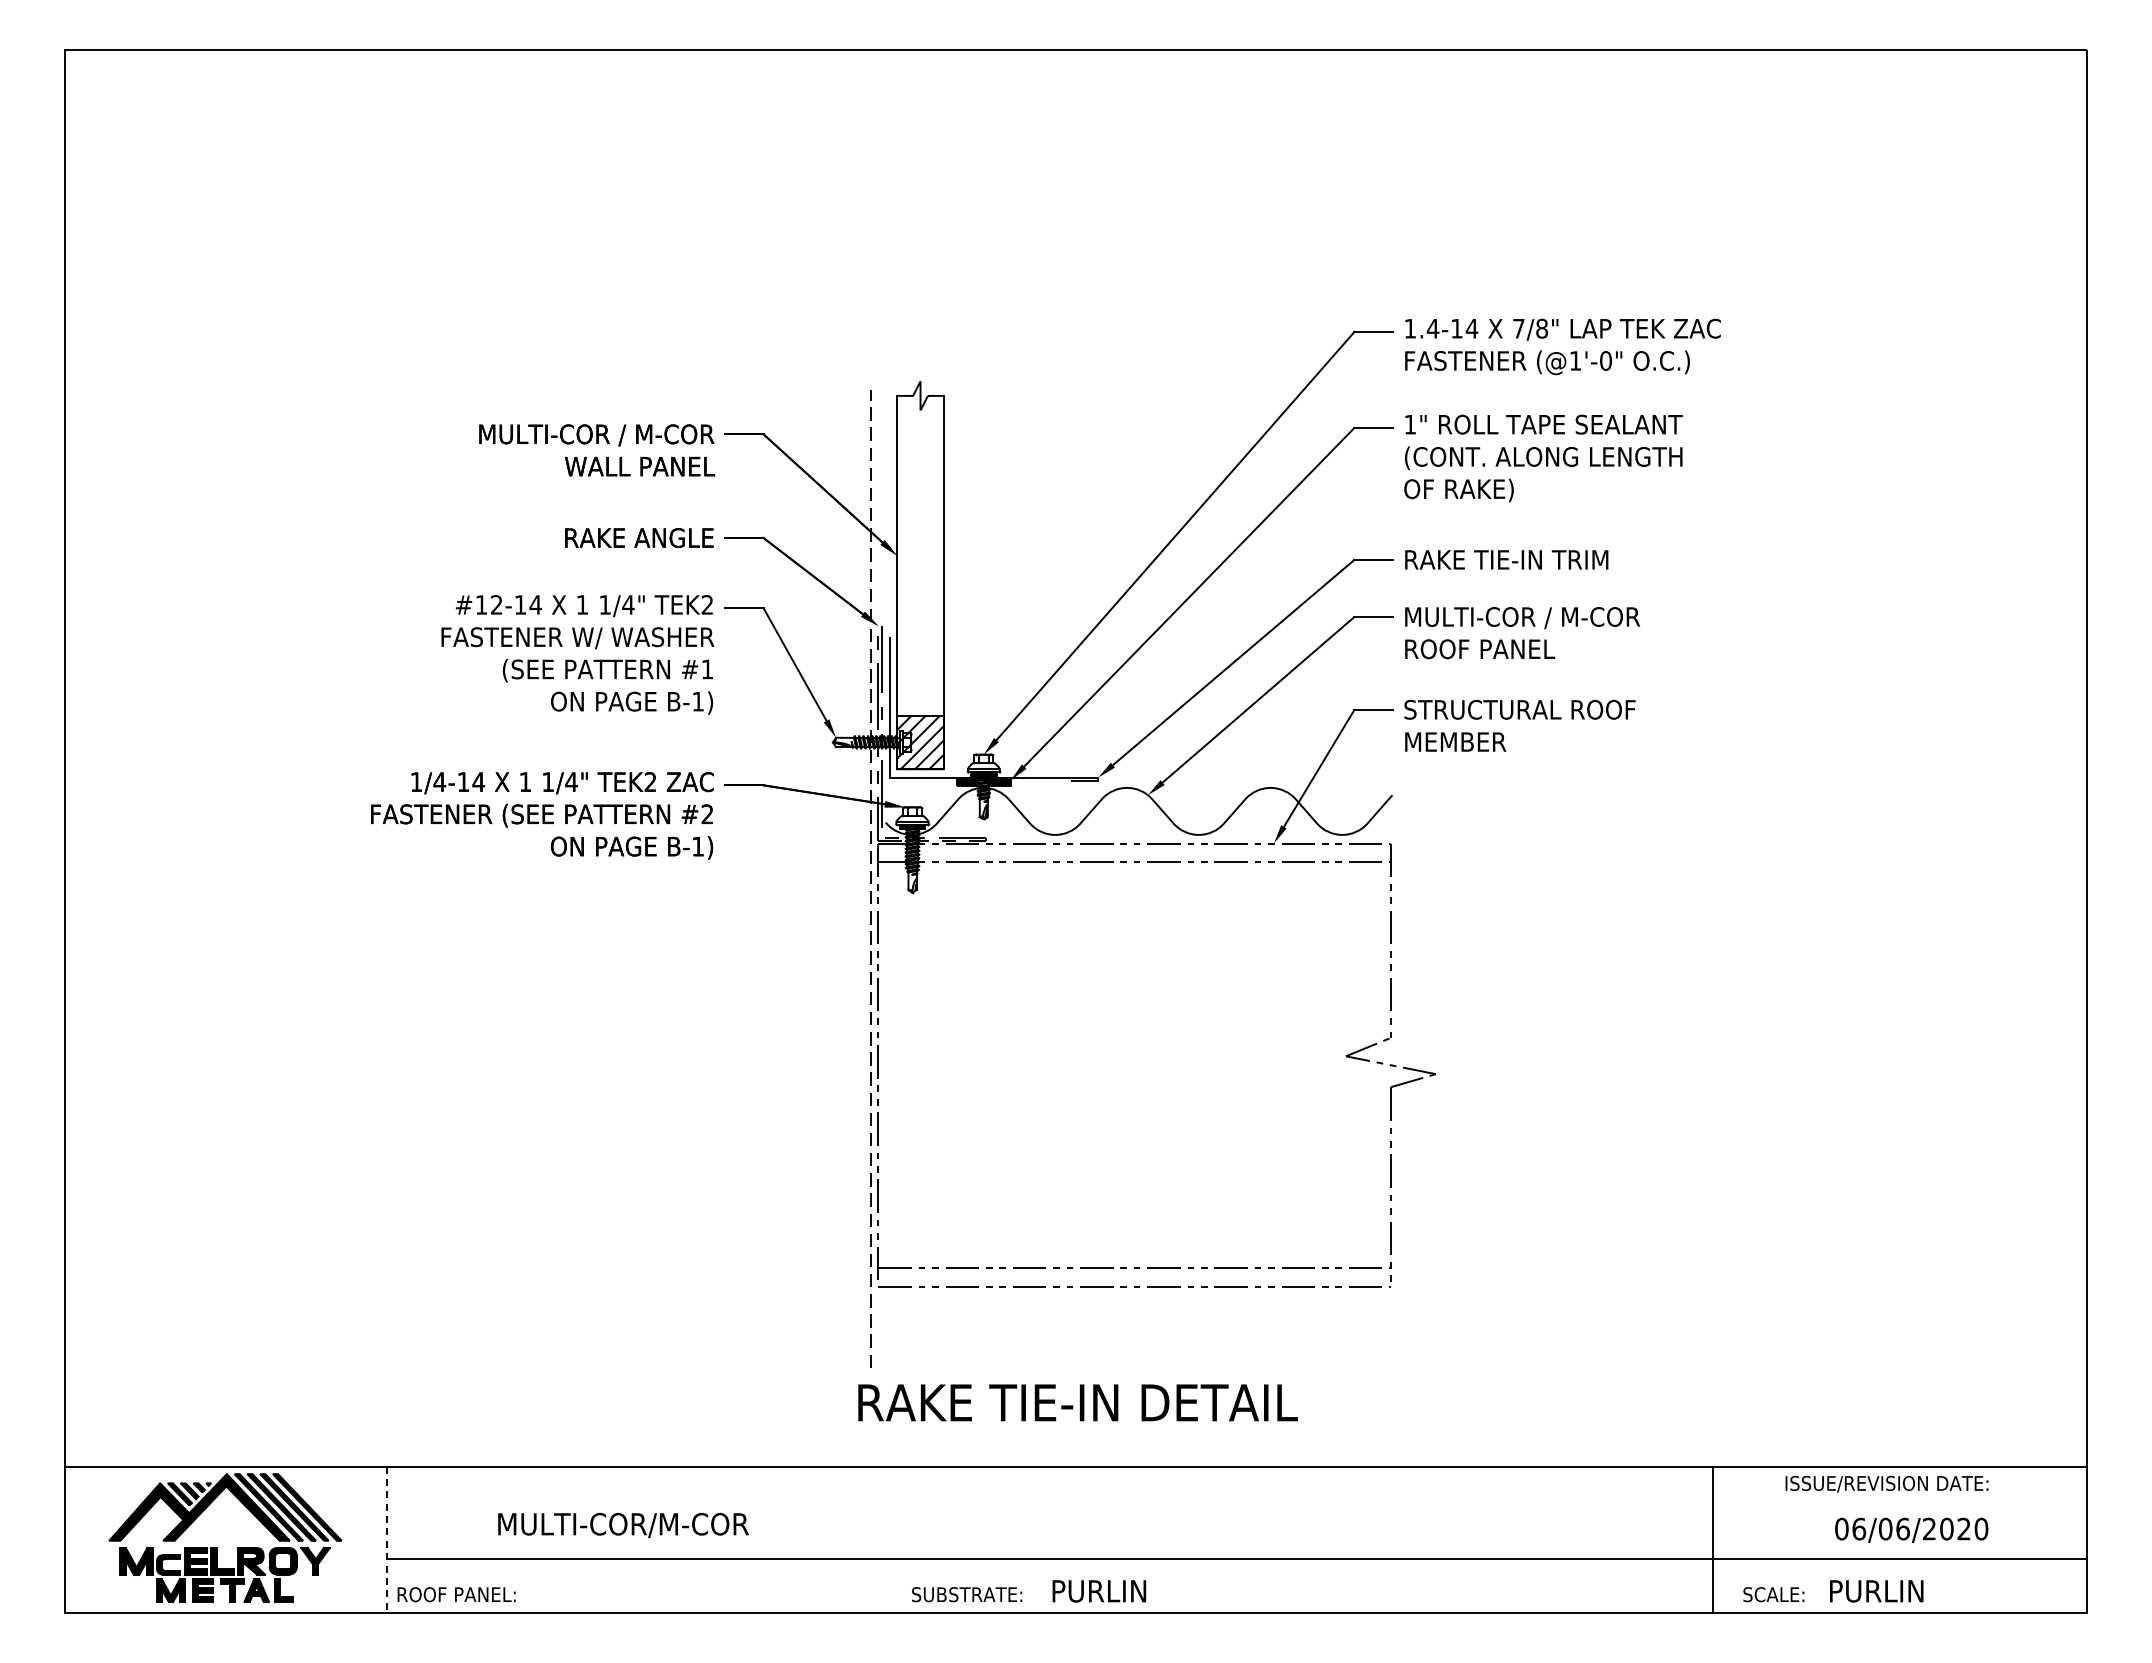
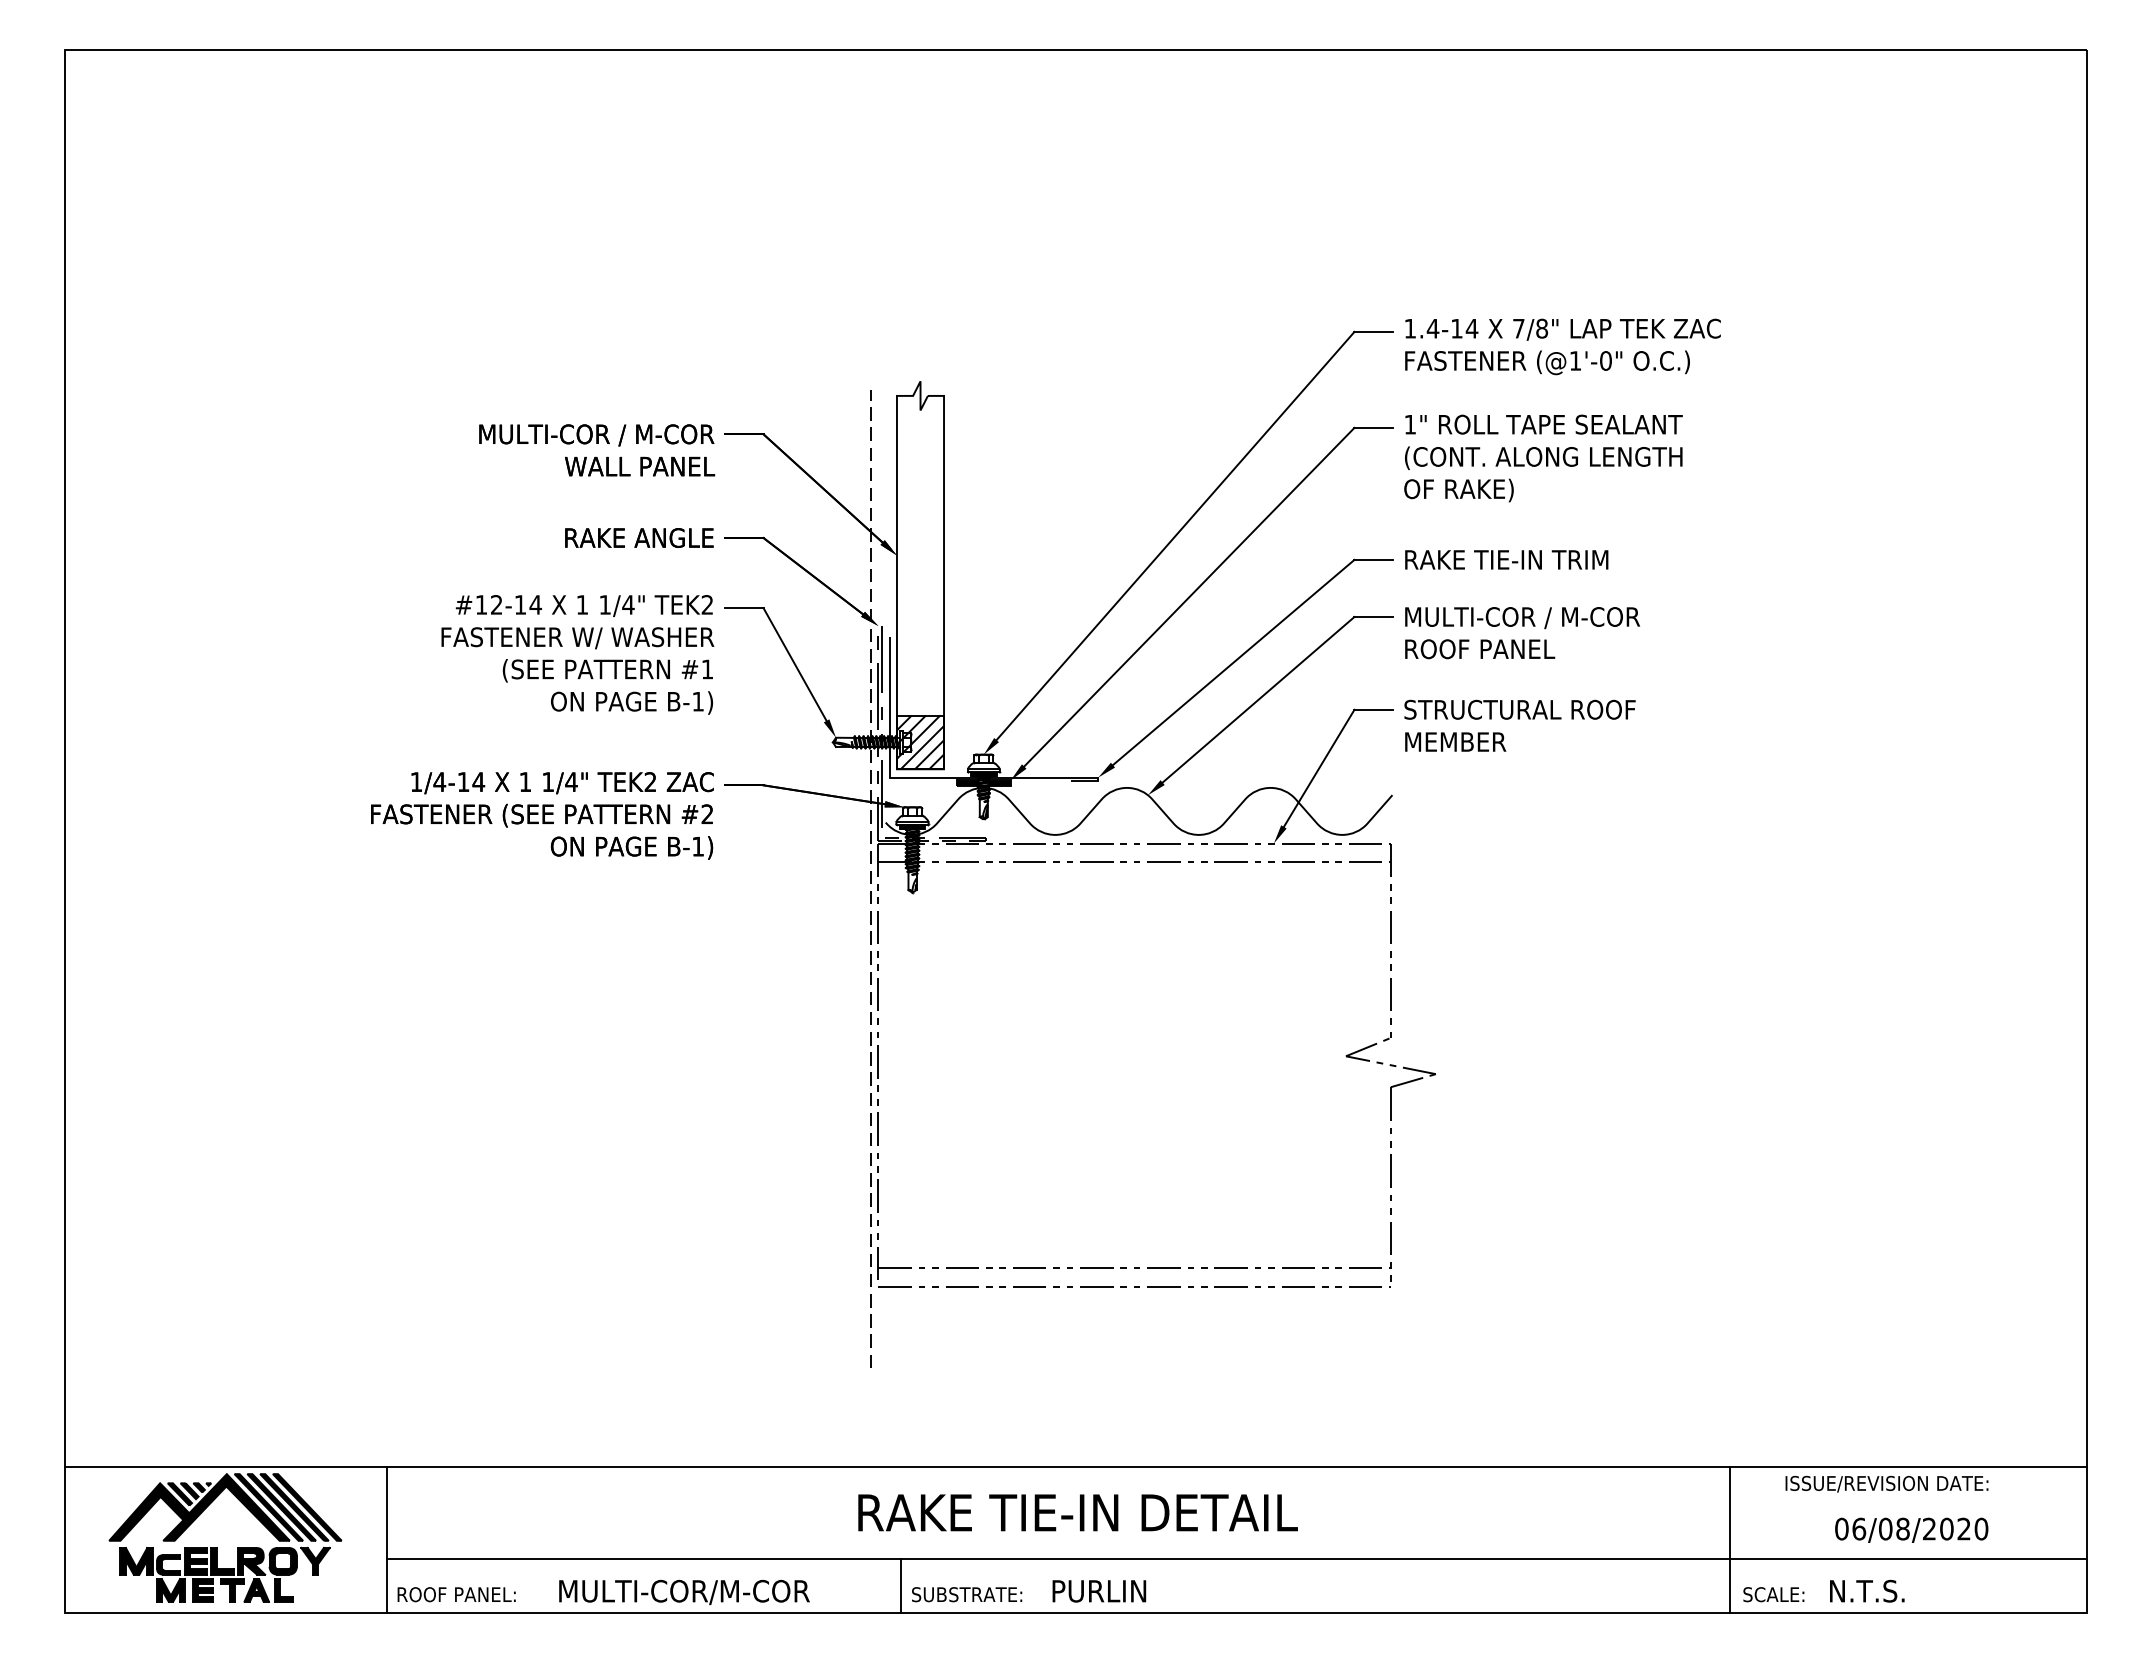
text at (1077, 1402) position: (1077, 1402) -> (1077, 1512)
text at (623, 1524) position: (623, 1524) -> (684, 1591)
text at (1902, 1528): 06/06/2020 -> 06/08/2020
line at (1713, 1539) position: (1713, 1539) -> (1730, 1539)
line at (386, 1540): dashed -> solid
line at (901, 1586): none -> present
text at (1877, 1590): PURLIN -> N.T.S.
